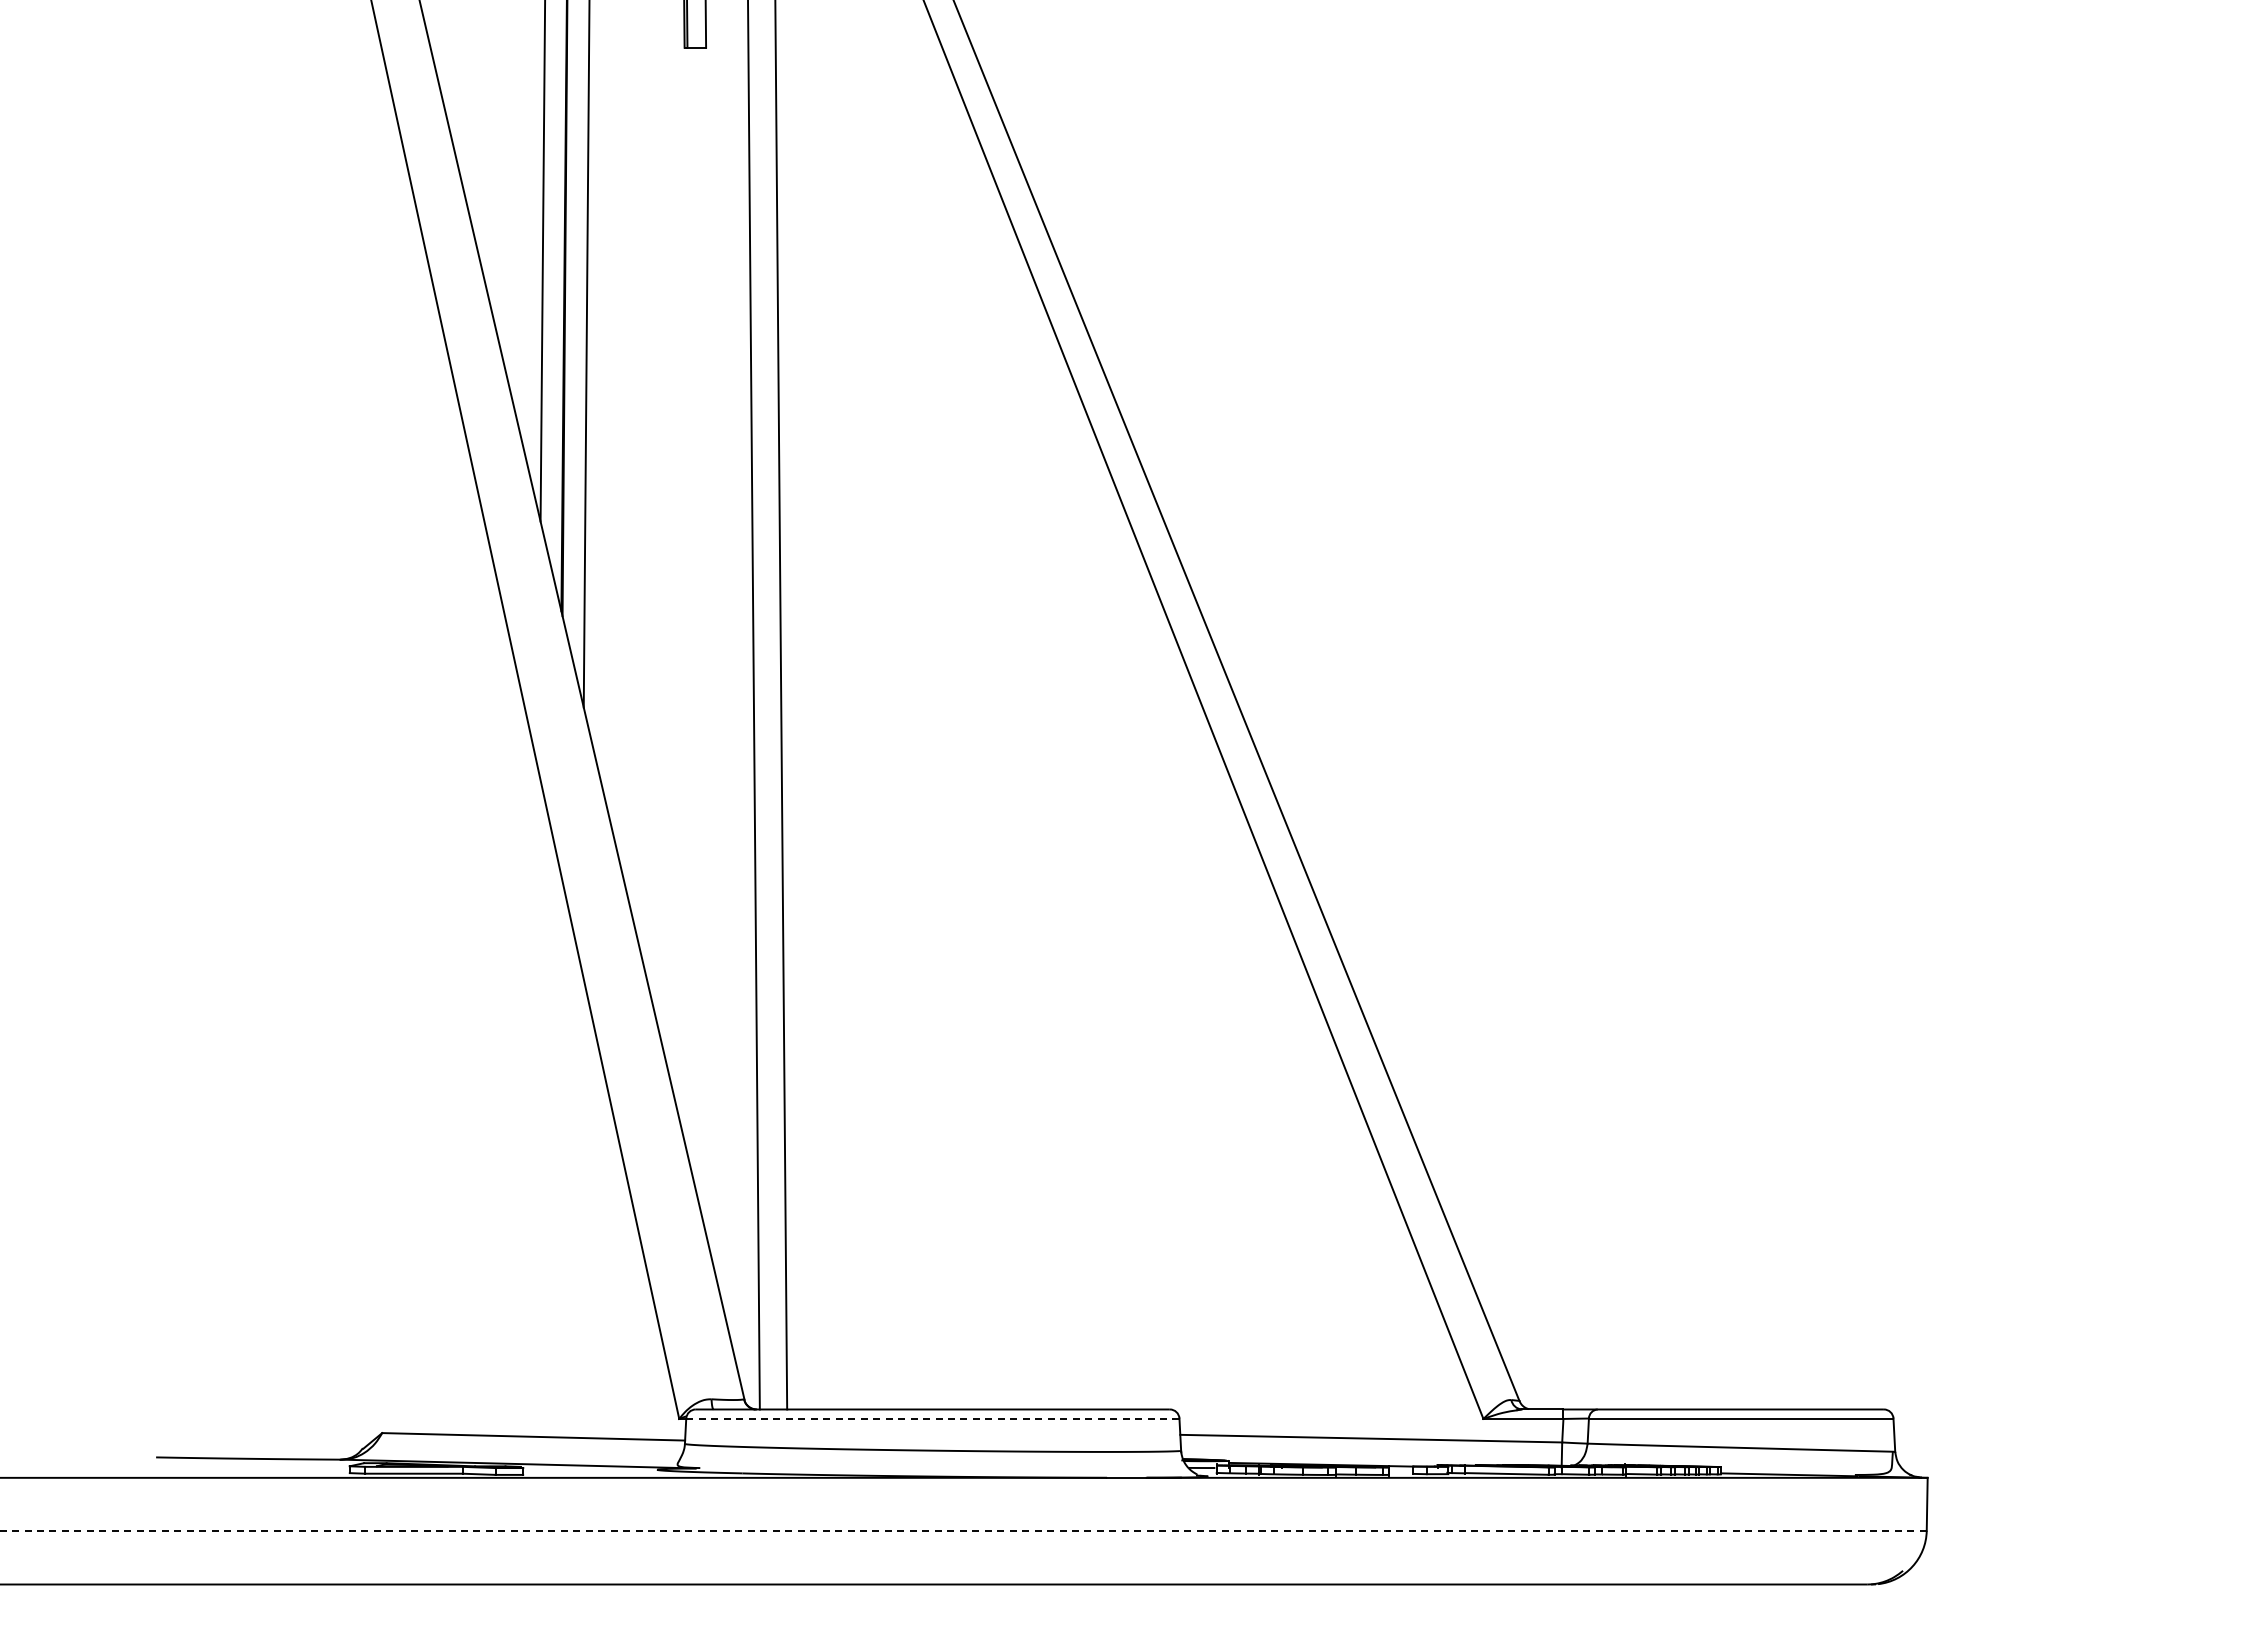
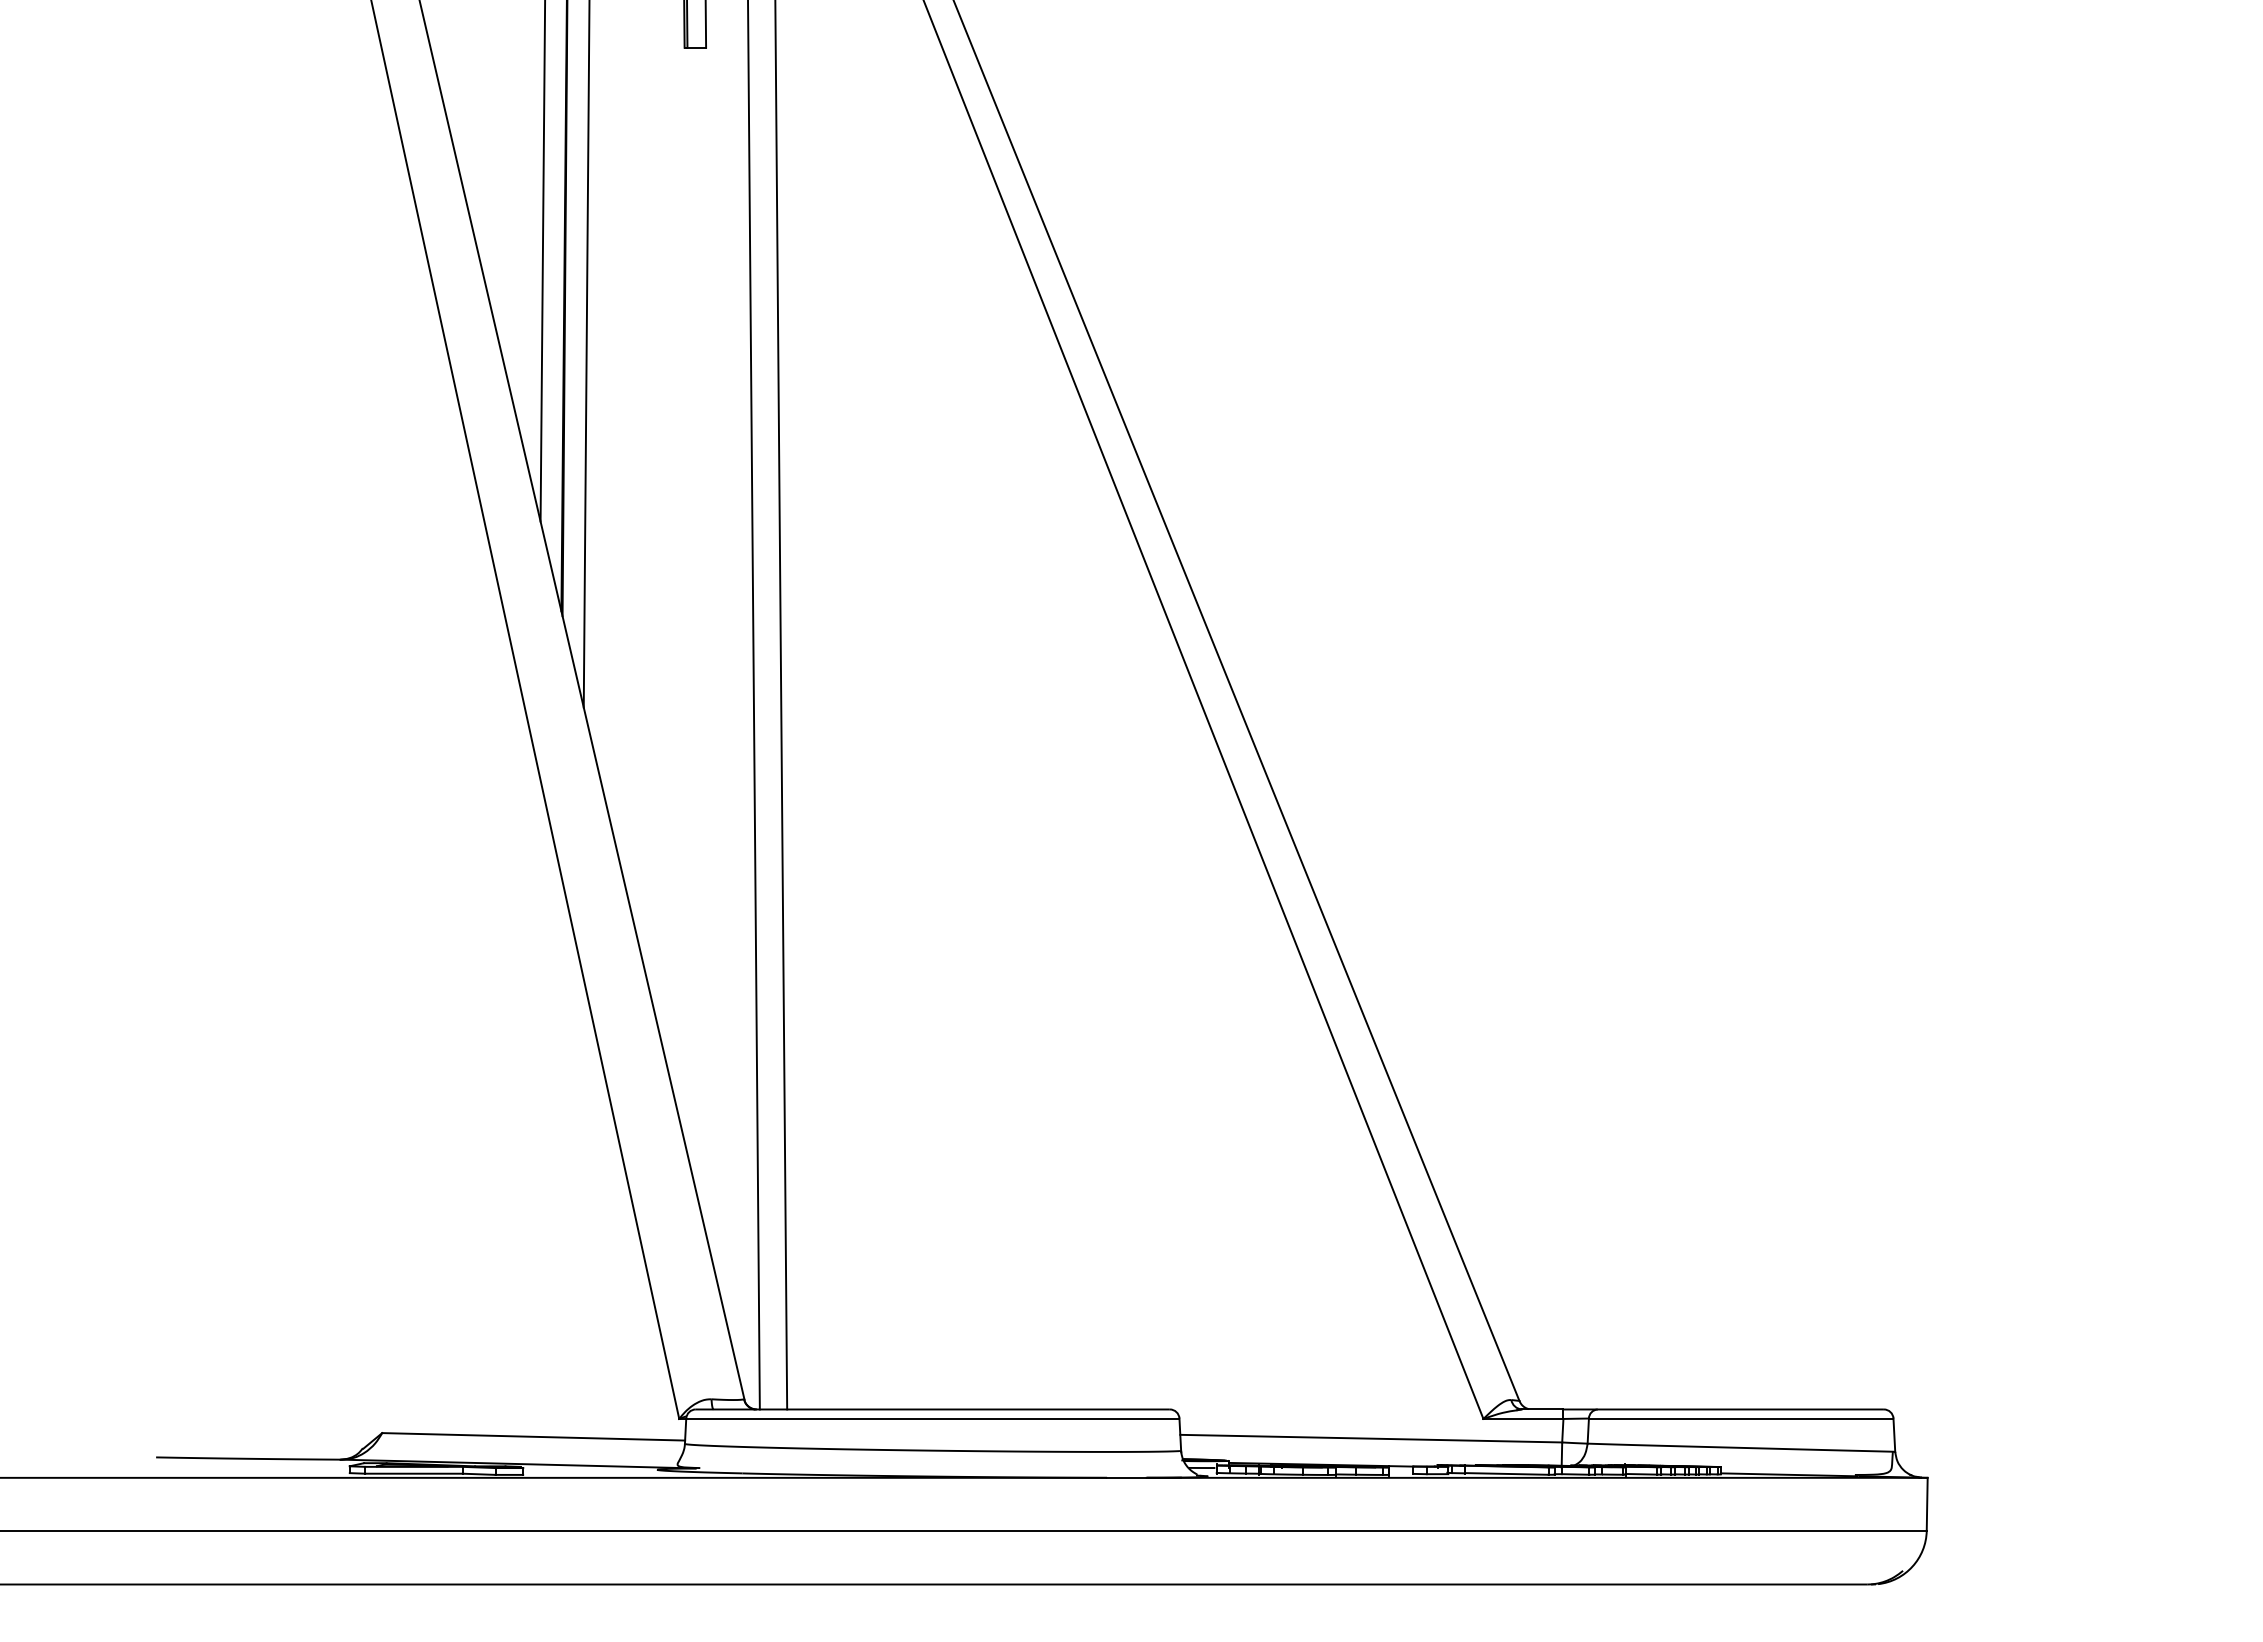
line at (932, 1418): dashed -> solid
line at (963, 1530): dashed -> solid
